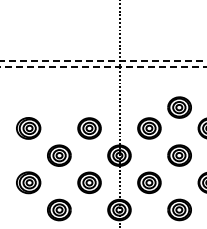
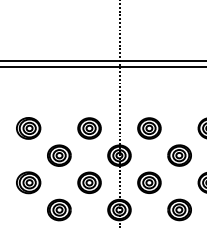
line at (102, 60): dashed -> solid
line at (103, 67): dashed -> solid
part at (179, 107): present -> none
